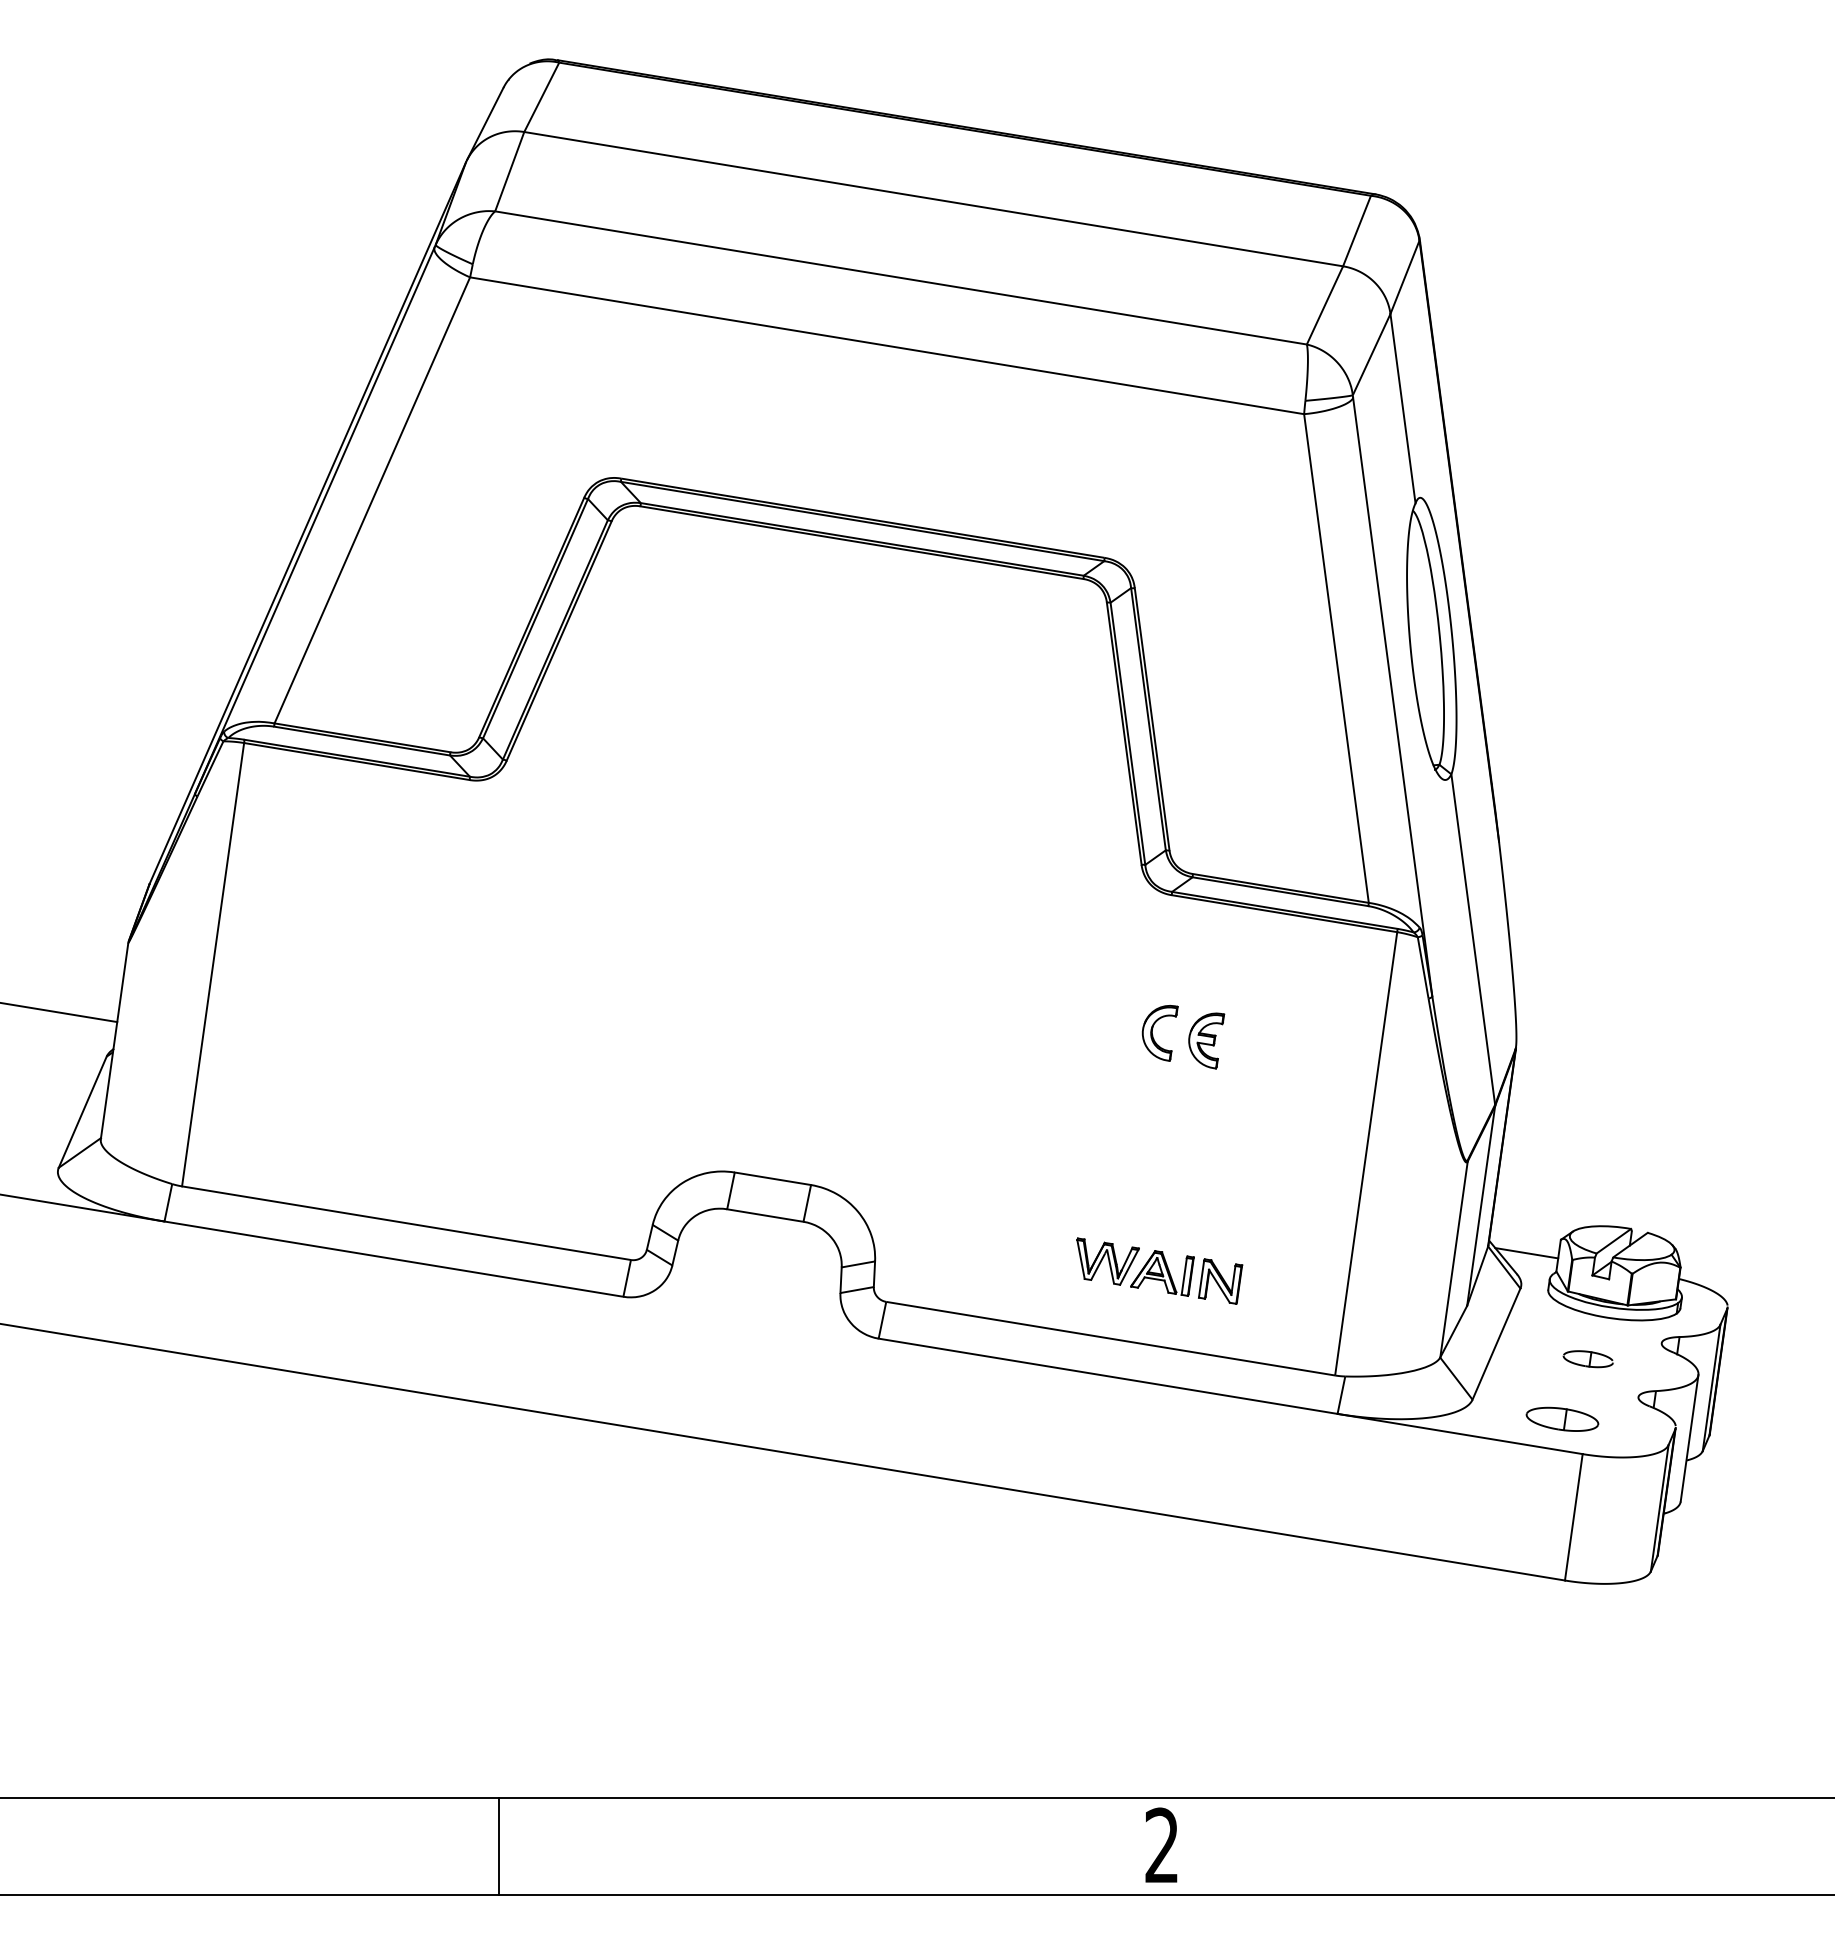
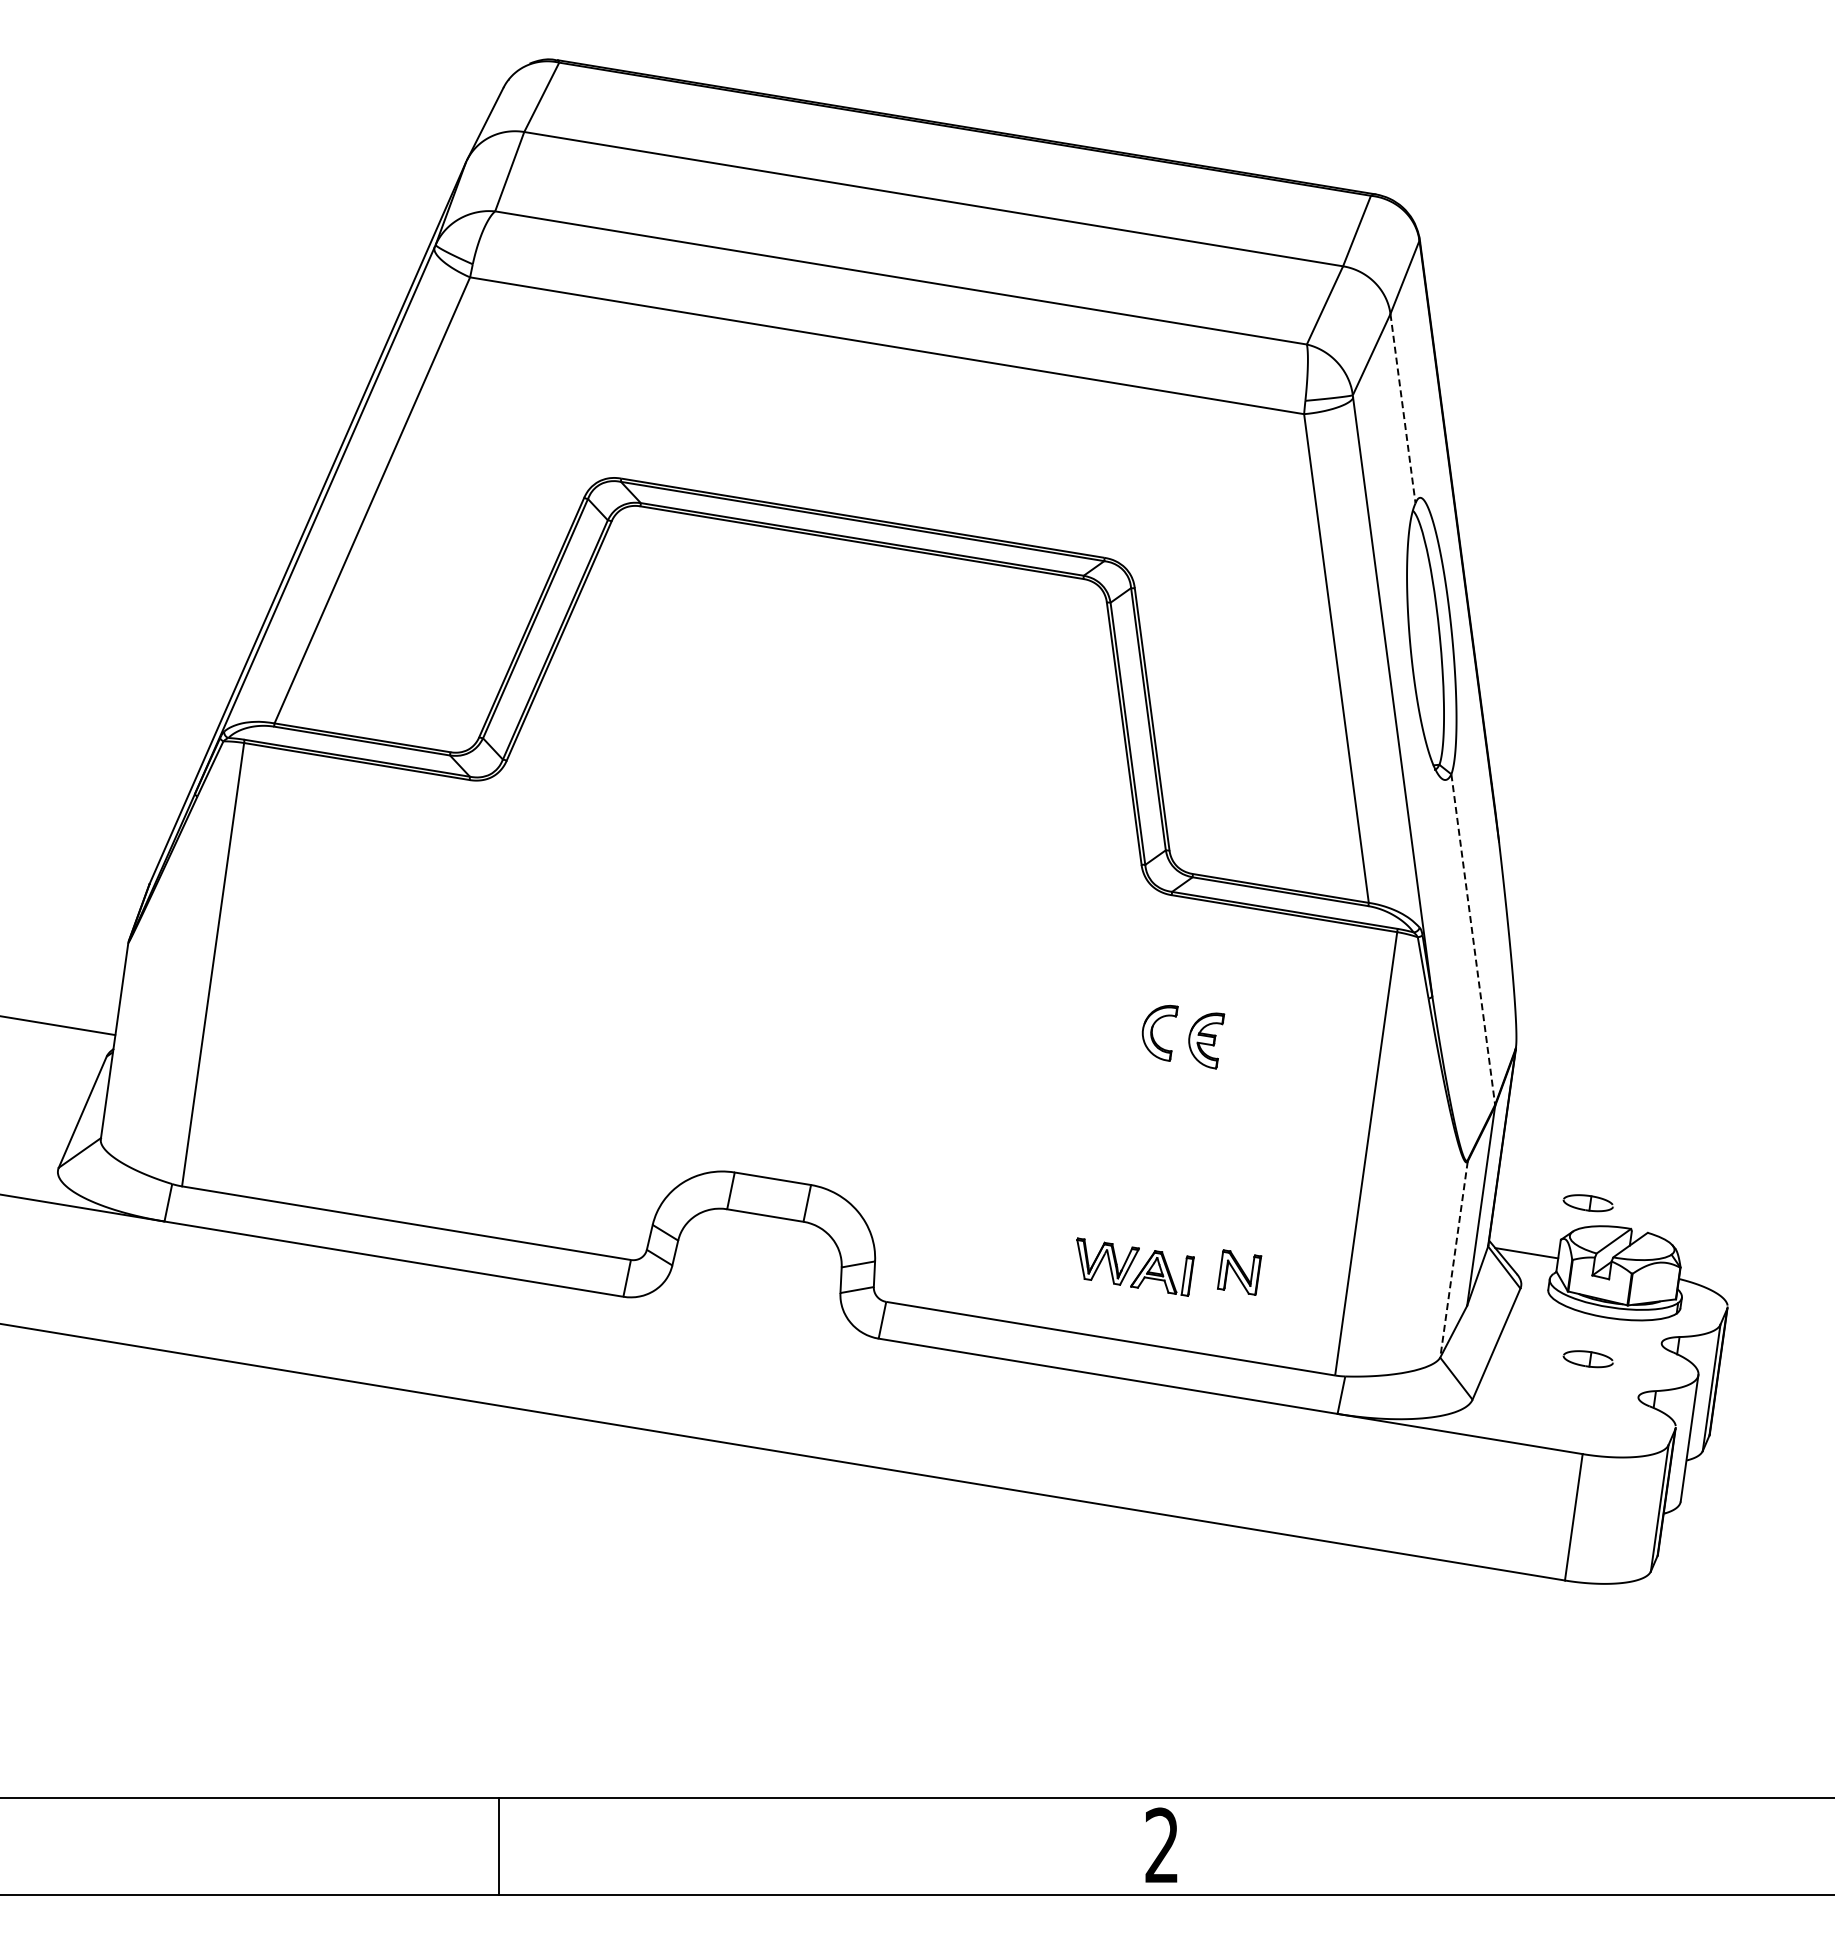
line at (1403, 408): solid -> dashed
line at (1473, 939): solid -> dashed
line at (59, 1012) position: (59, 1012) -> (58, 1025)
part at (1587, 1203): none -> present
line at (1454, 1259): solid -> dashed
part at (1220, 1281) position: (1220, 1281) -> (1239, 1272)
part at (1562, 1418): present -> none
